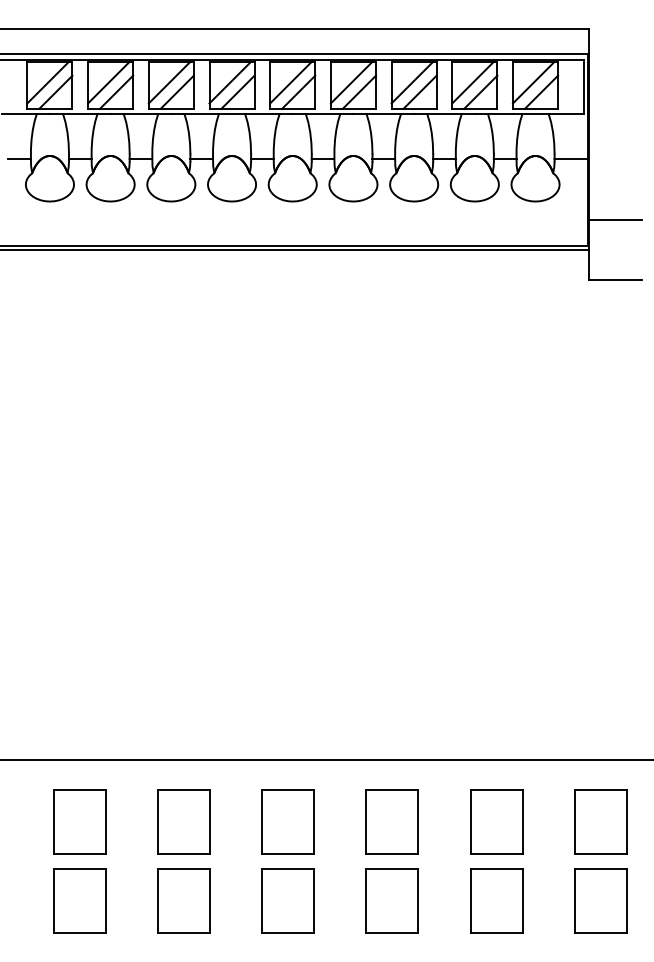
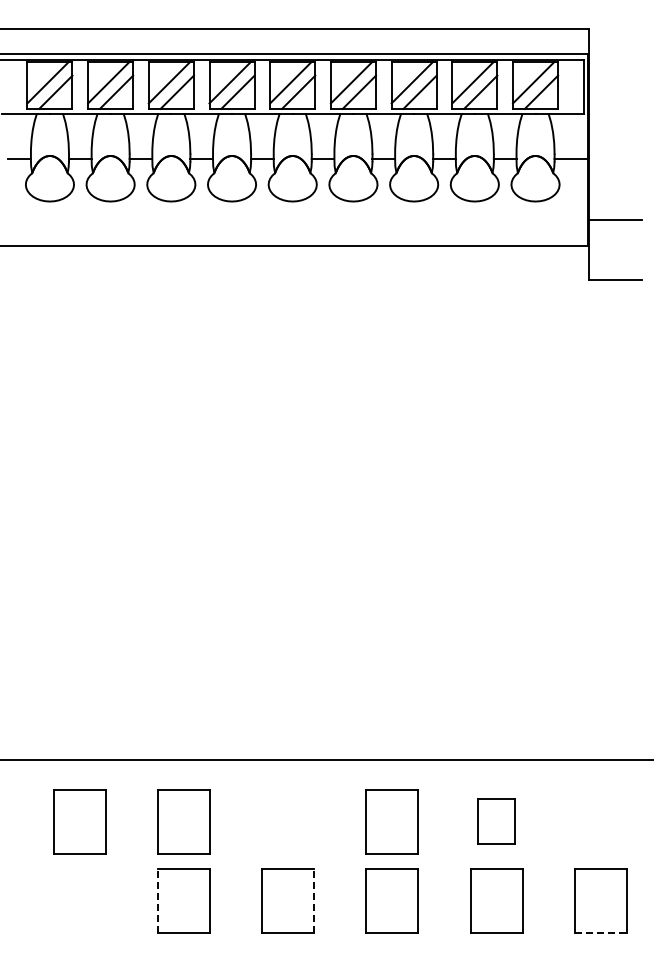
line at (295, 250): present -> none
part at (287, 821): present -> none
part at (496, 821) size: 54x66 px -> 39x47 px
part at (600, 821): present -> none
part at (79, 900): present -> none
line at (158, 900): solid -> dashed
line at (314, 900): solid -> dashed
line at (601, 933): solid -> dashed
